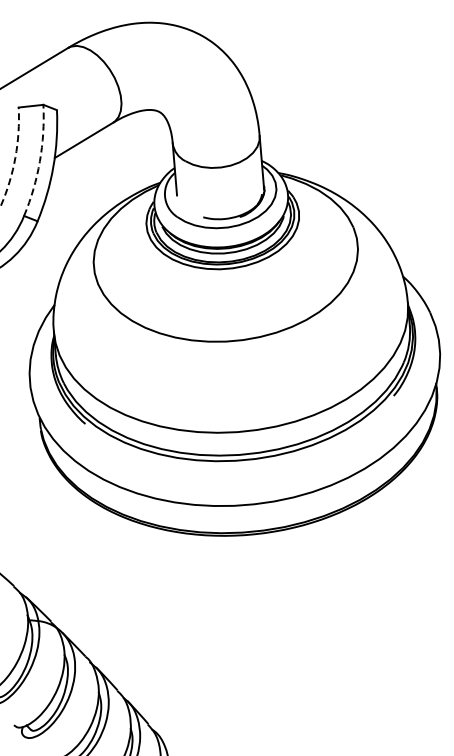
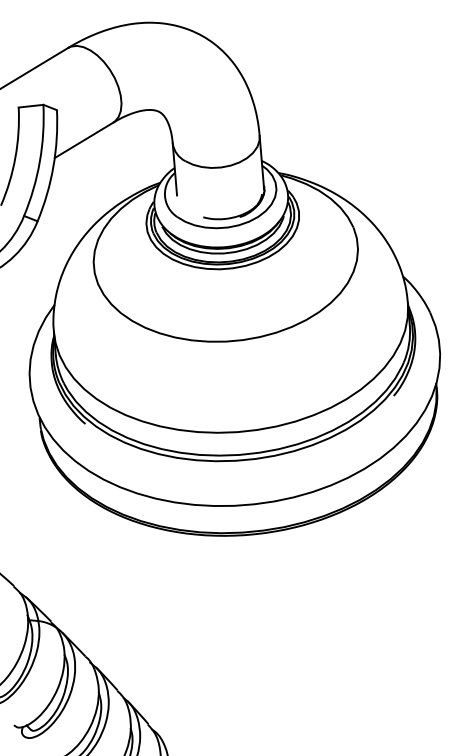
arc at (15, 157): dashed -> solid
arc at (39, 161): dashed -> solid
